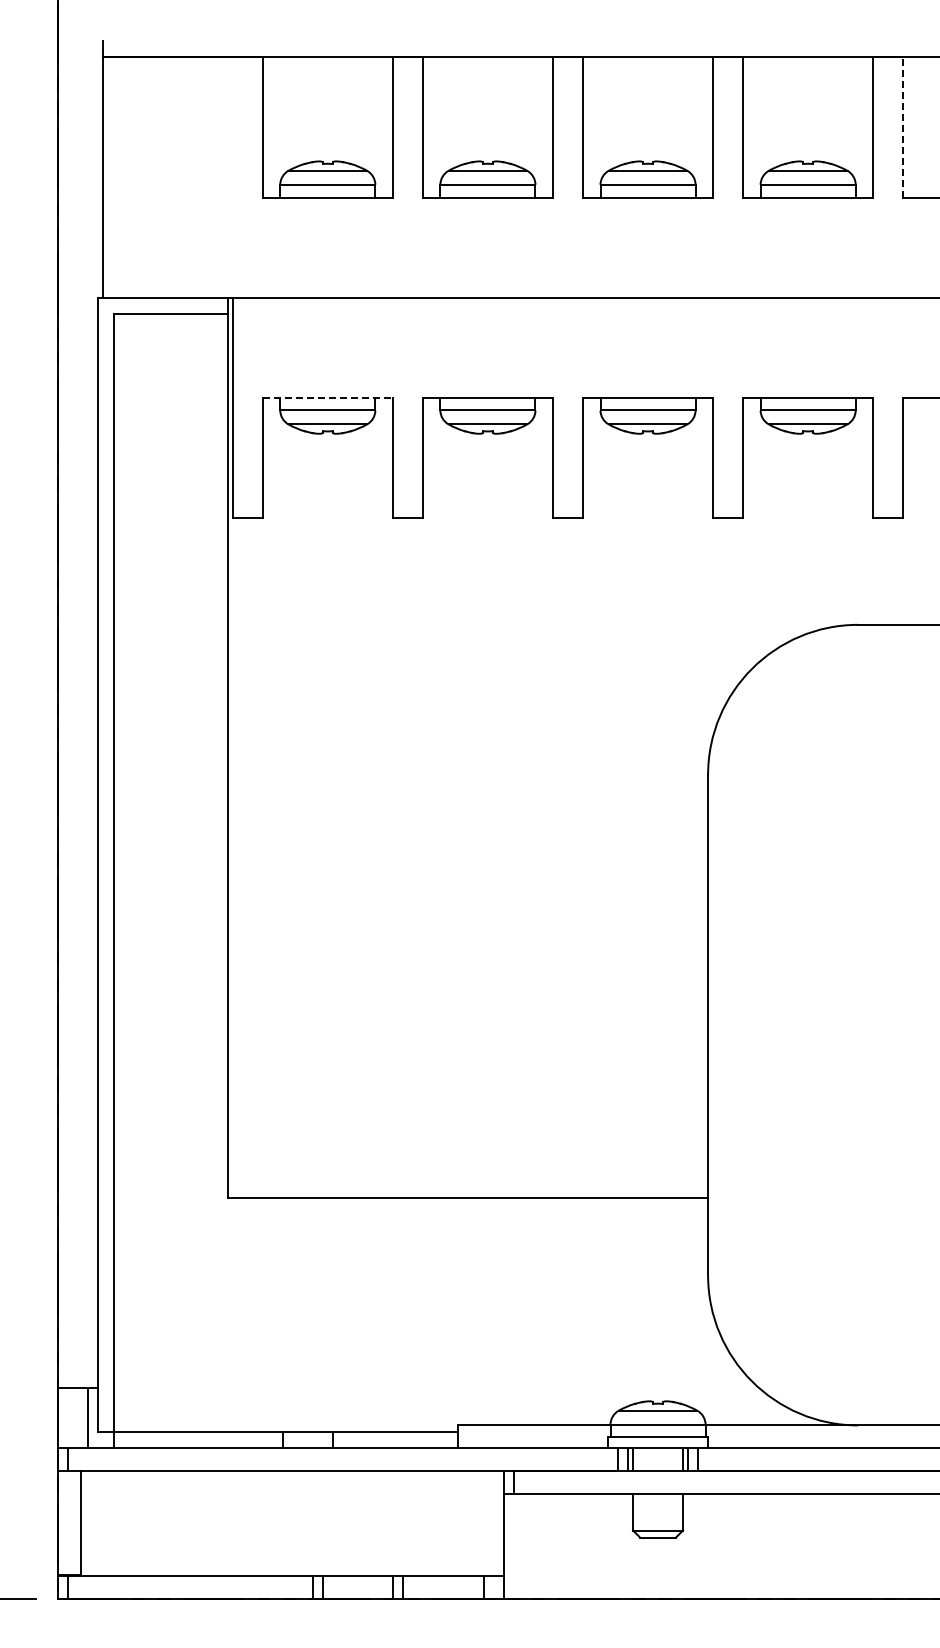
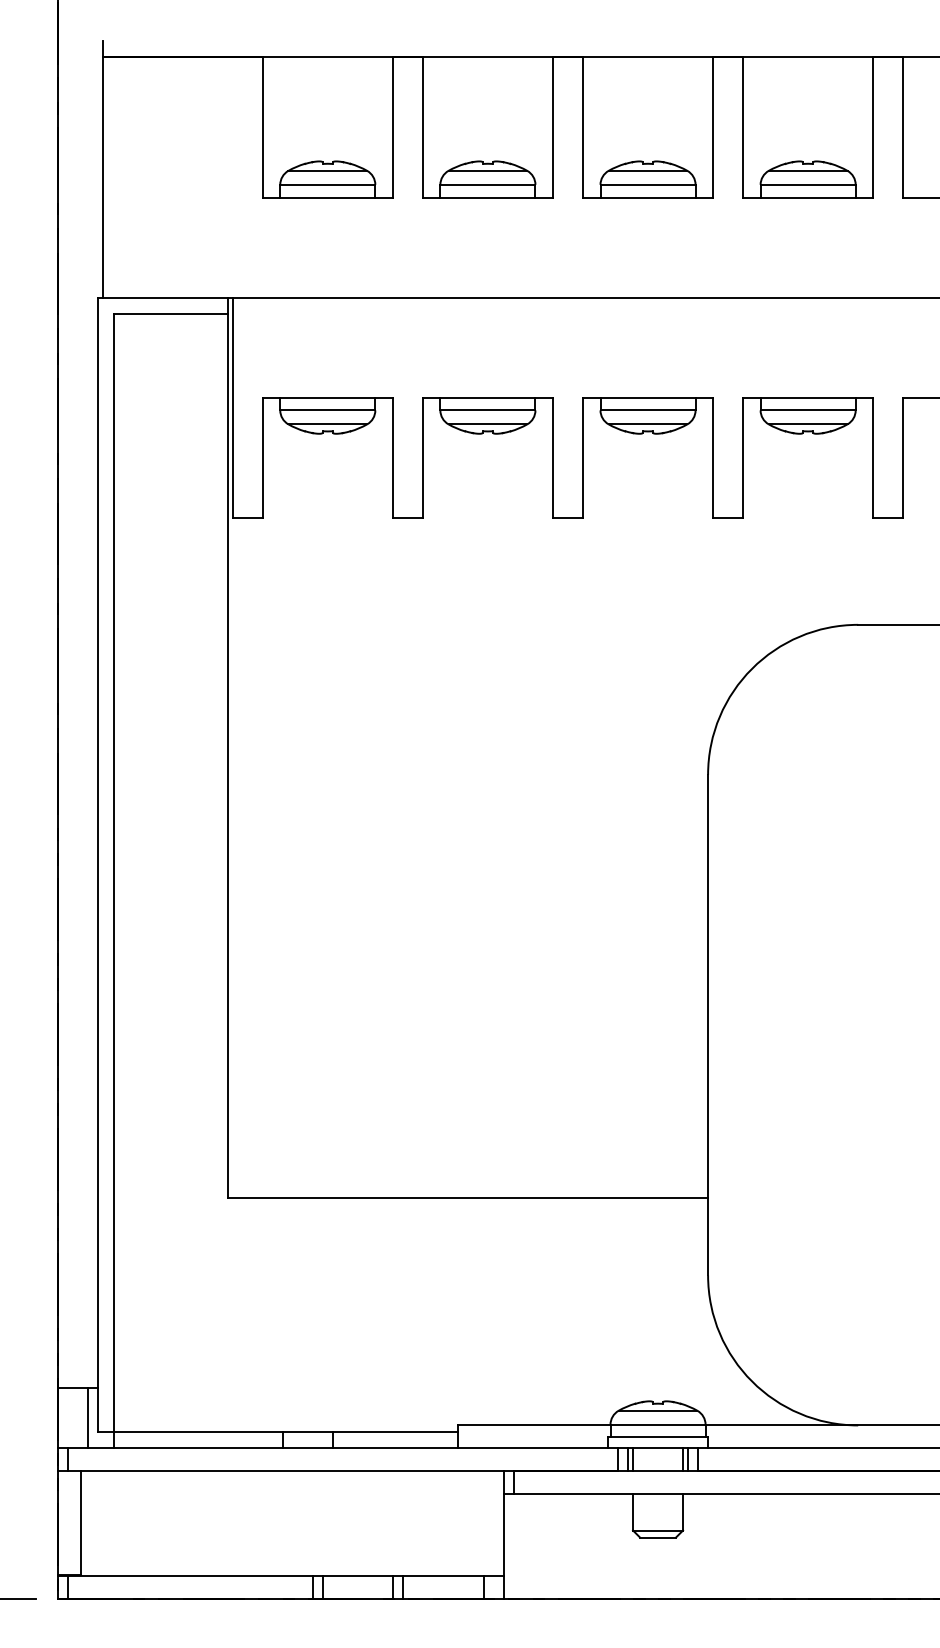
line at (903, 126): dashed -> solid
line at (328, 397): dashed -> solid
